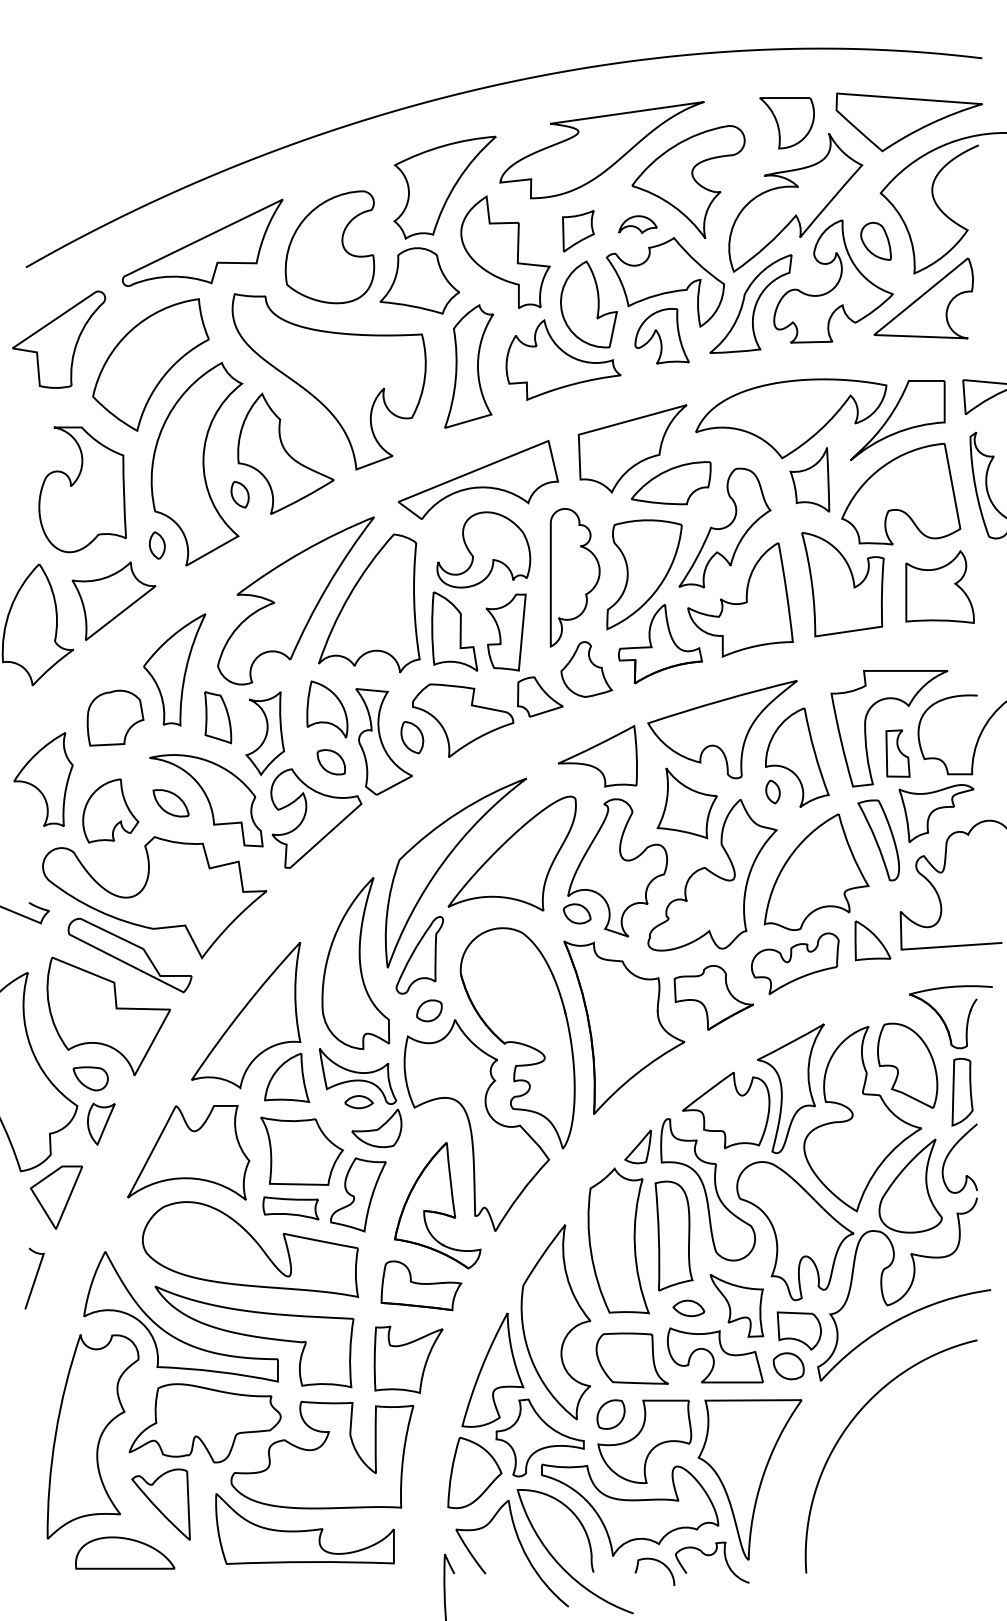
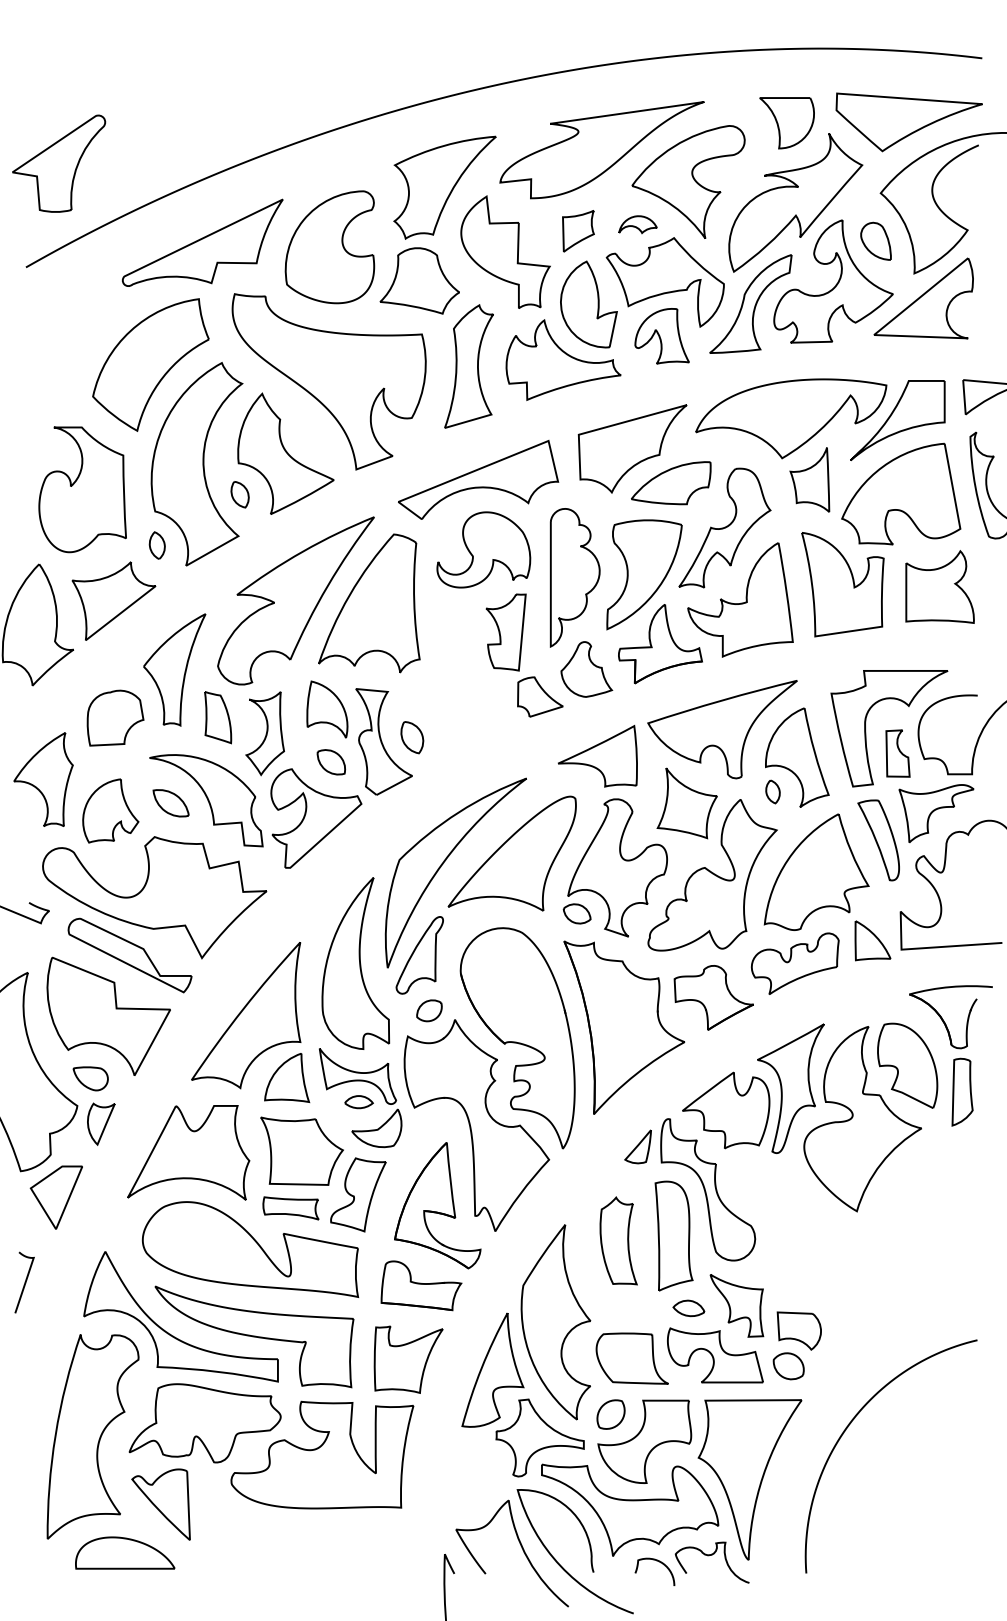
part at (59, 339) position: (59, 339) -> (59, 163)
part at (454, 631): present -> none
part at (463, 720): present -> none
part at (618, 1240) size: 63x148 px -> 39x90 px
part at (857, 1251): present -> none
curve at (34, 1278) position: (34, 1278) -> (24, 1282)
part at (474, 1472): present -> none
part at (304, 1528): present -> none
